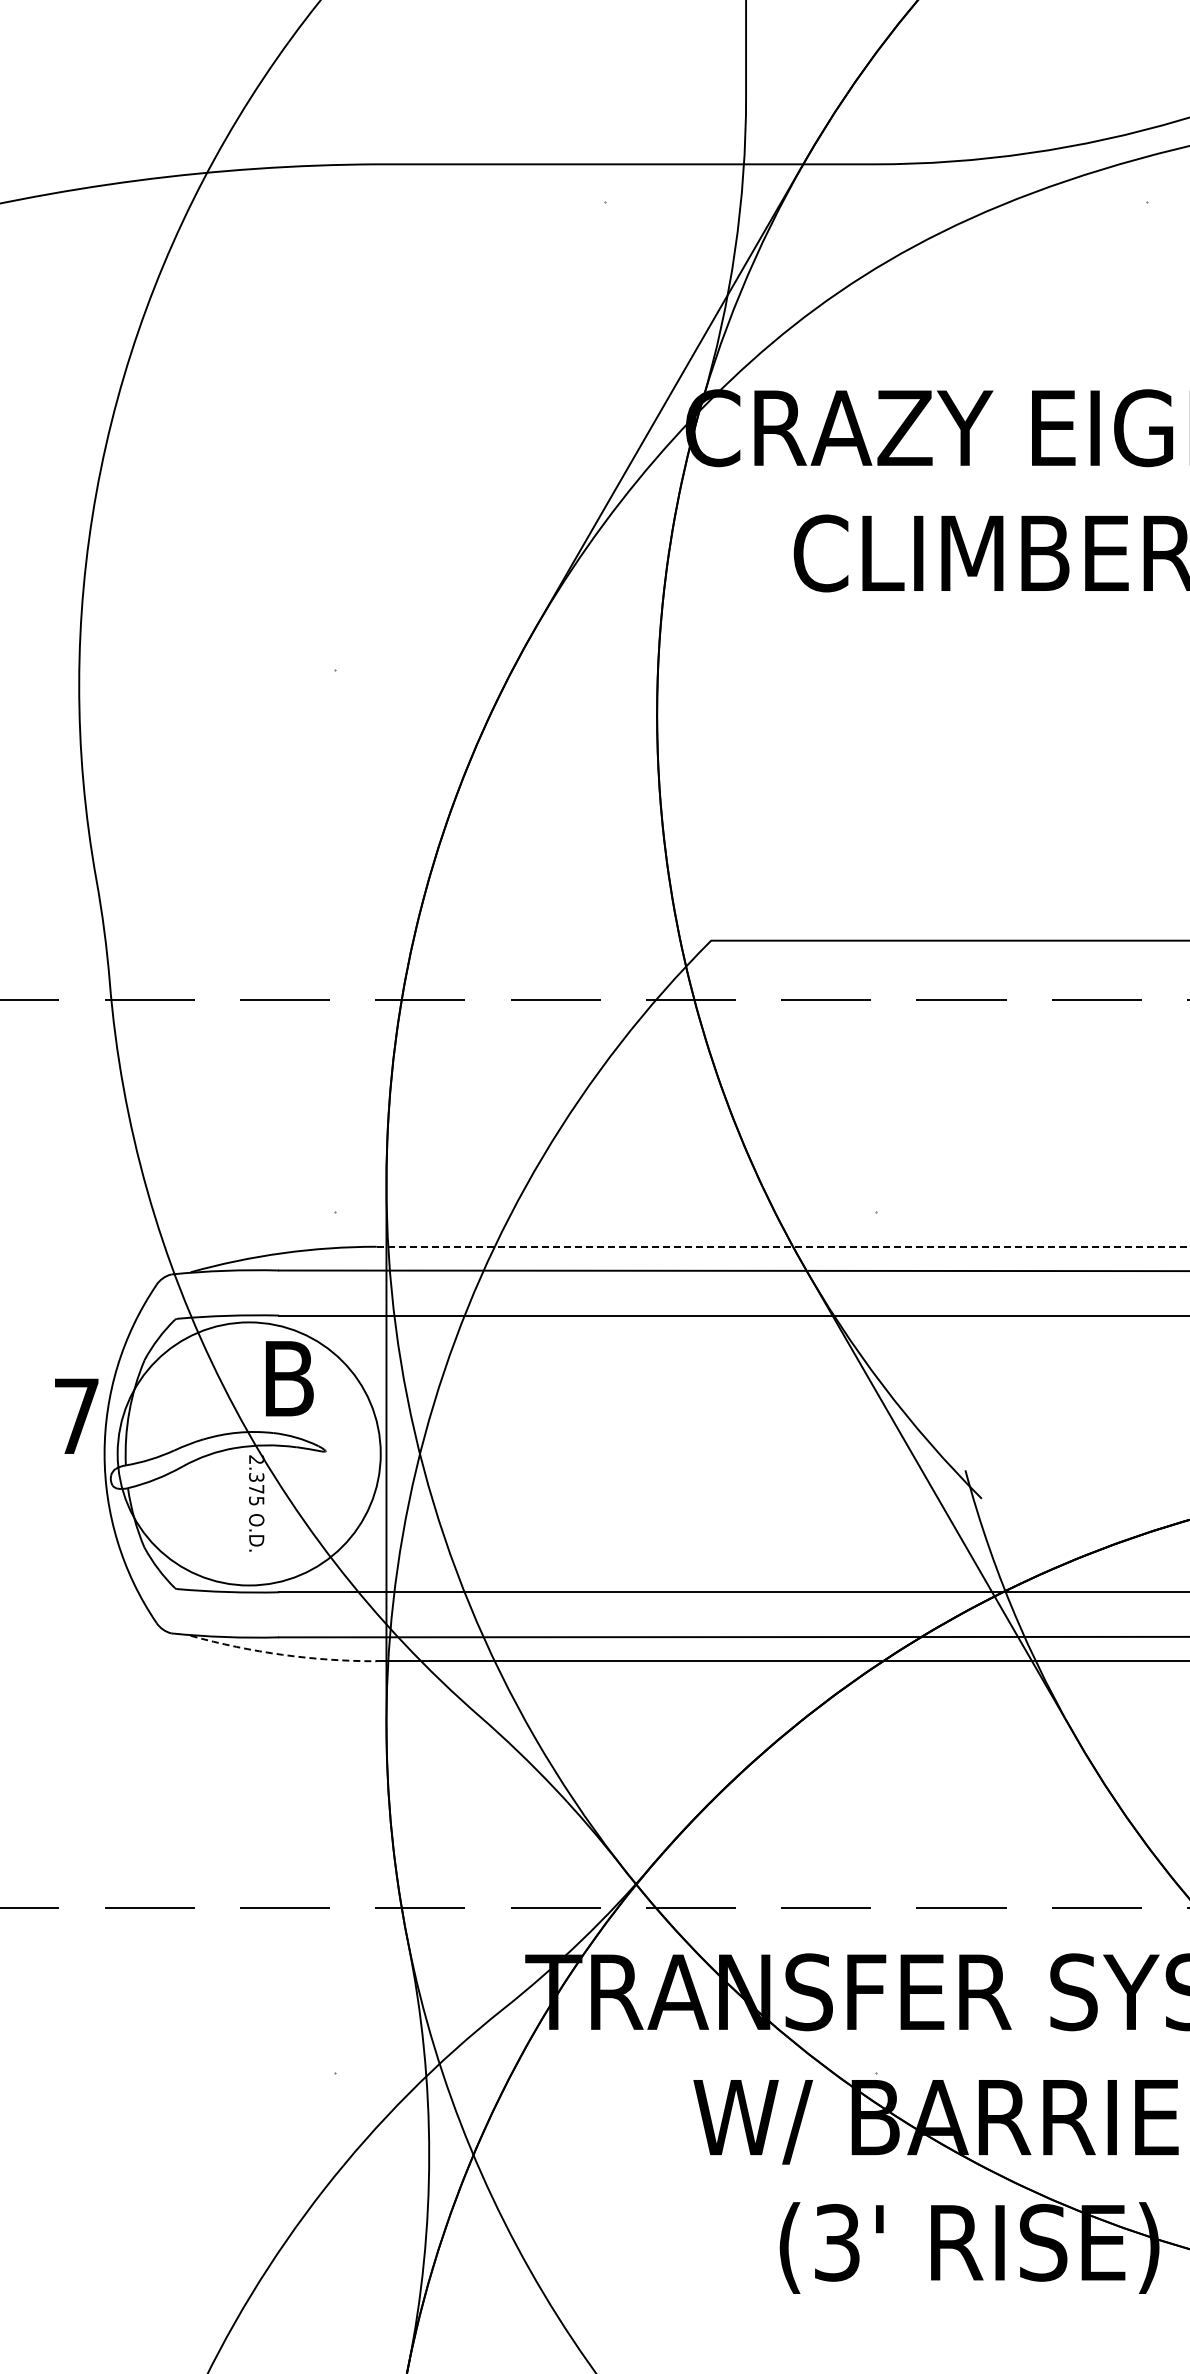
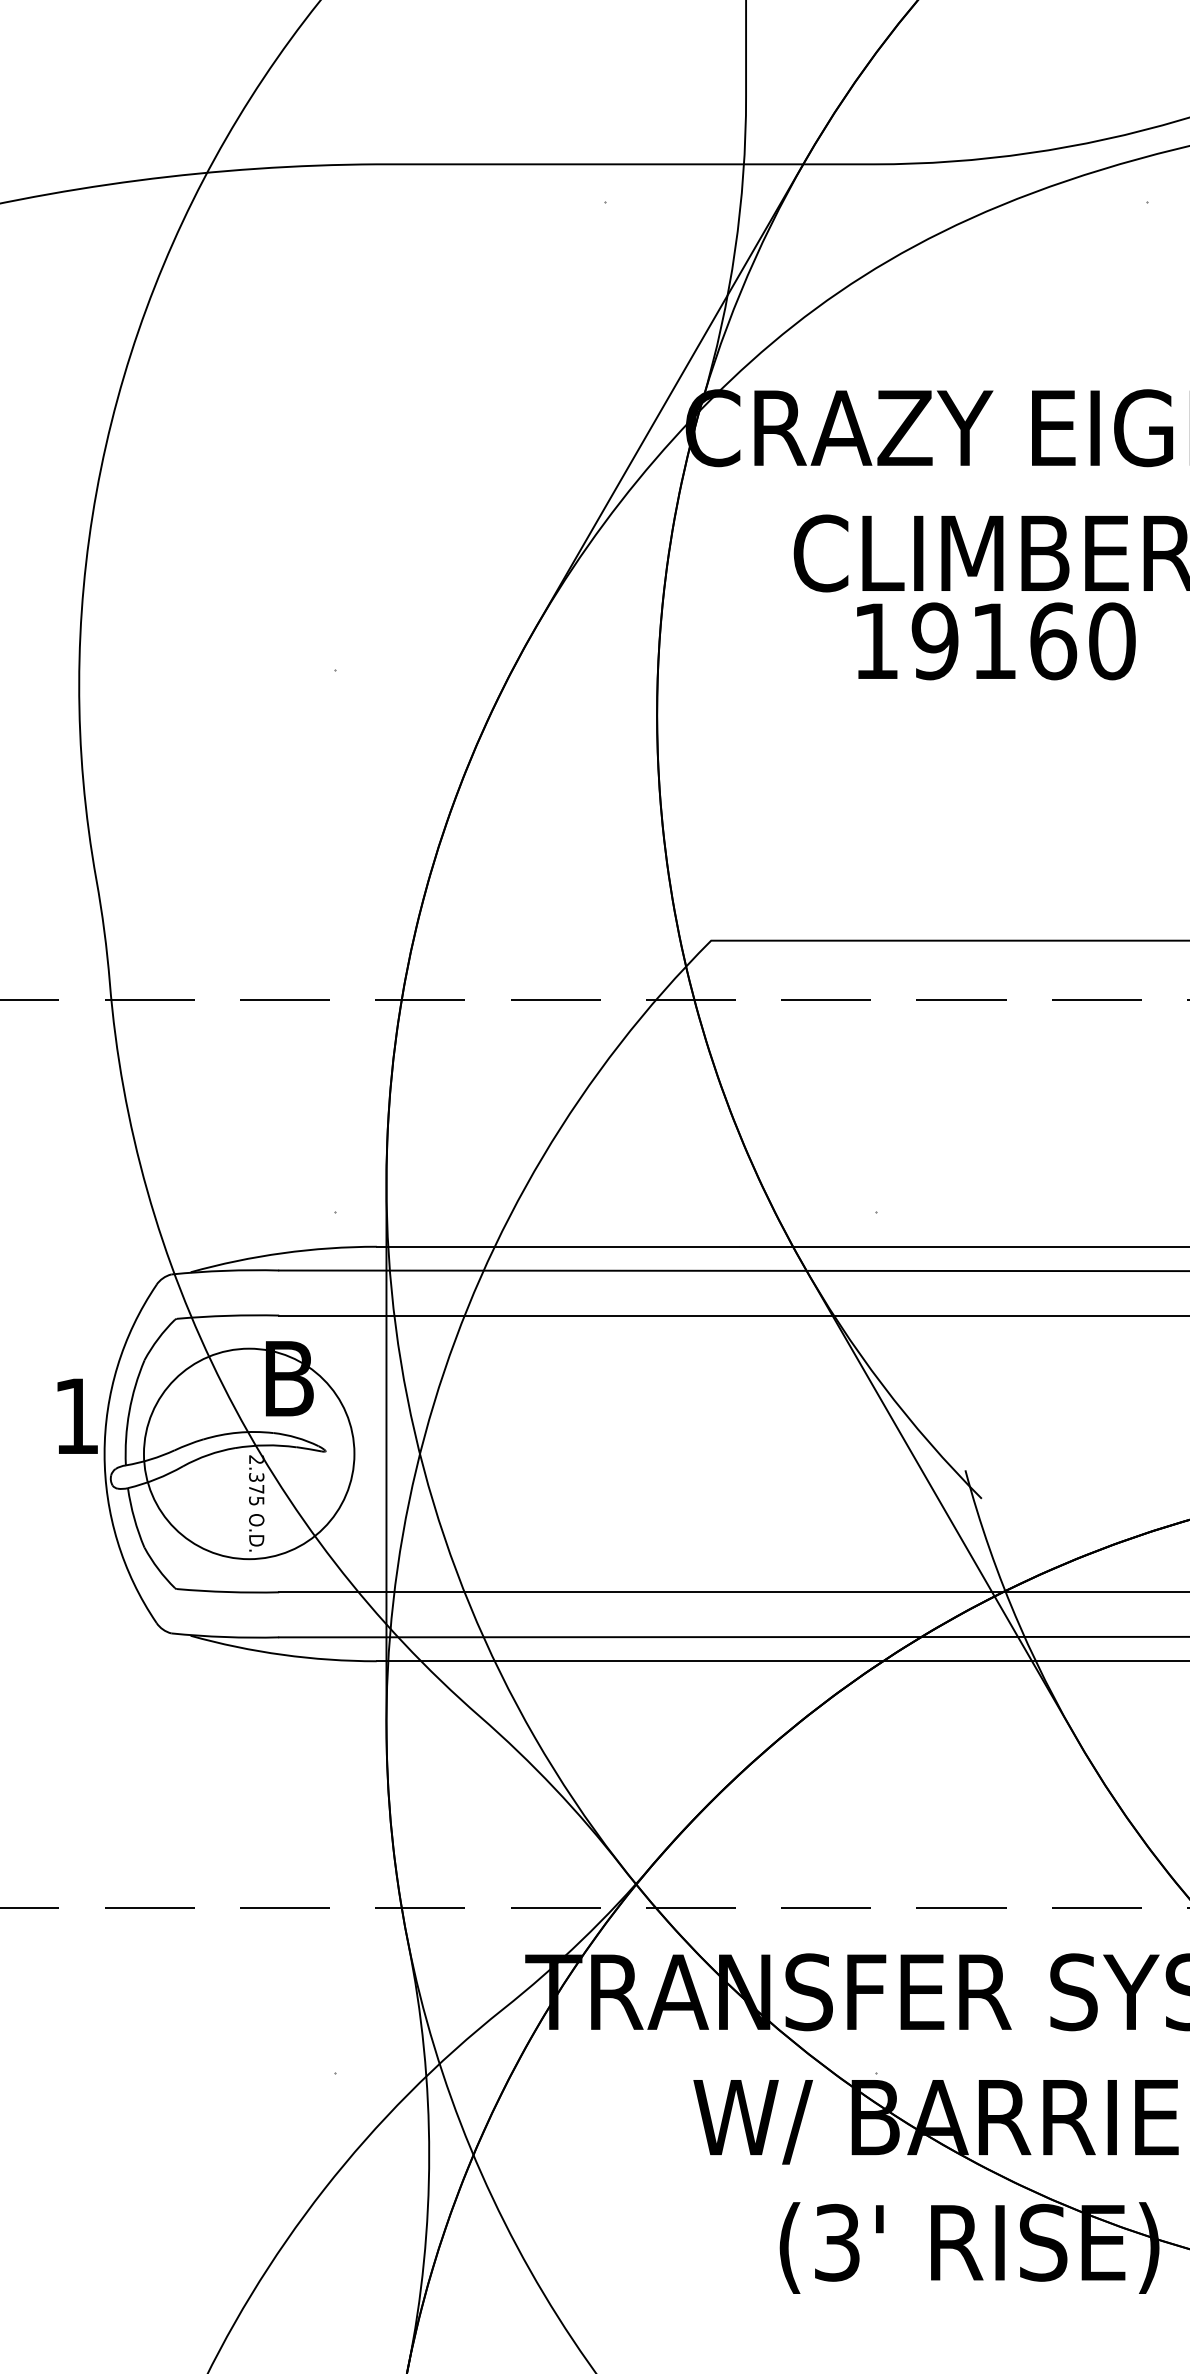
part at (996, 641): none -> present
line at (783, 1246): dashed -> solid
text at (76, 1415): 7 -> 1
circle at (248, 1453) diameter: 263 px -> 210 px
arc at (282, 1654): dashed -> solid
